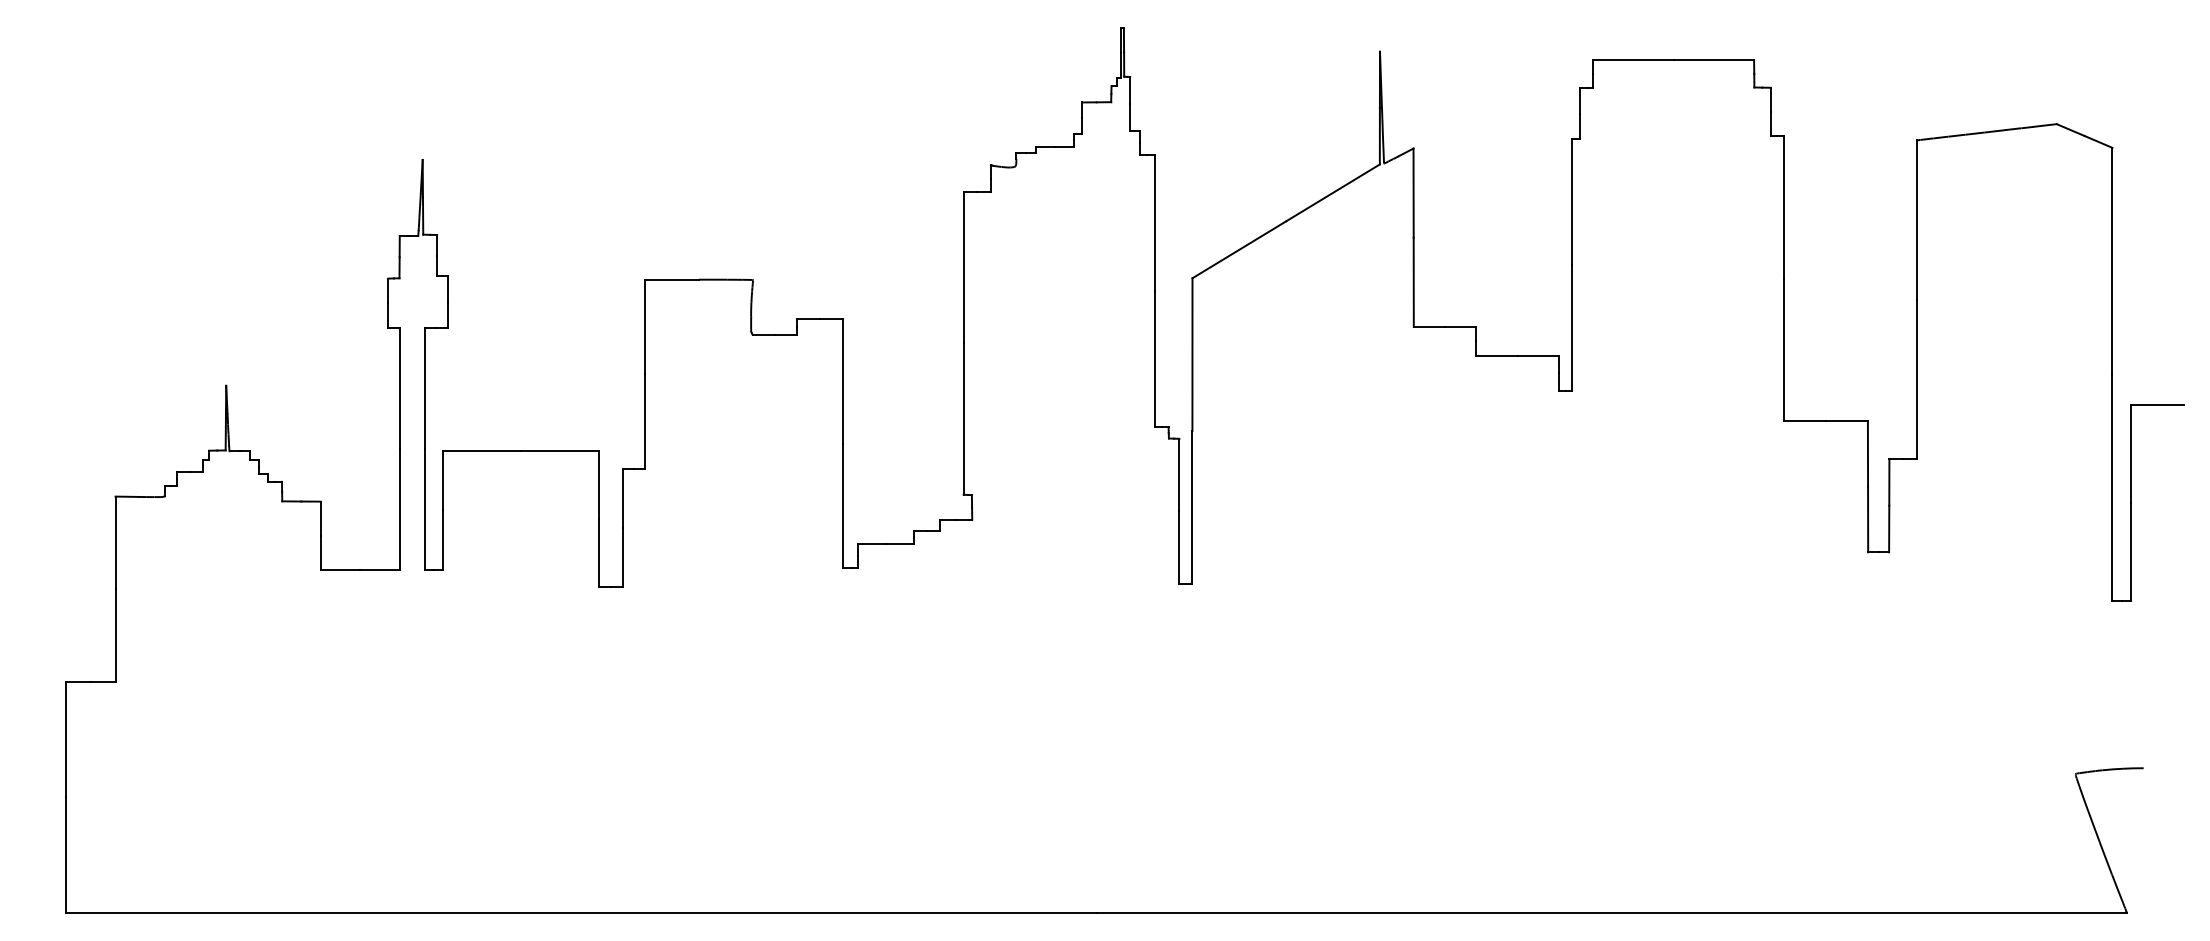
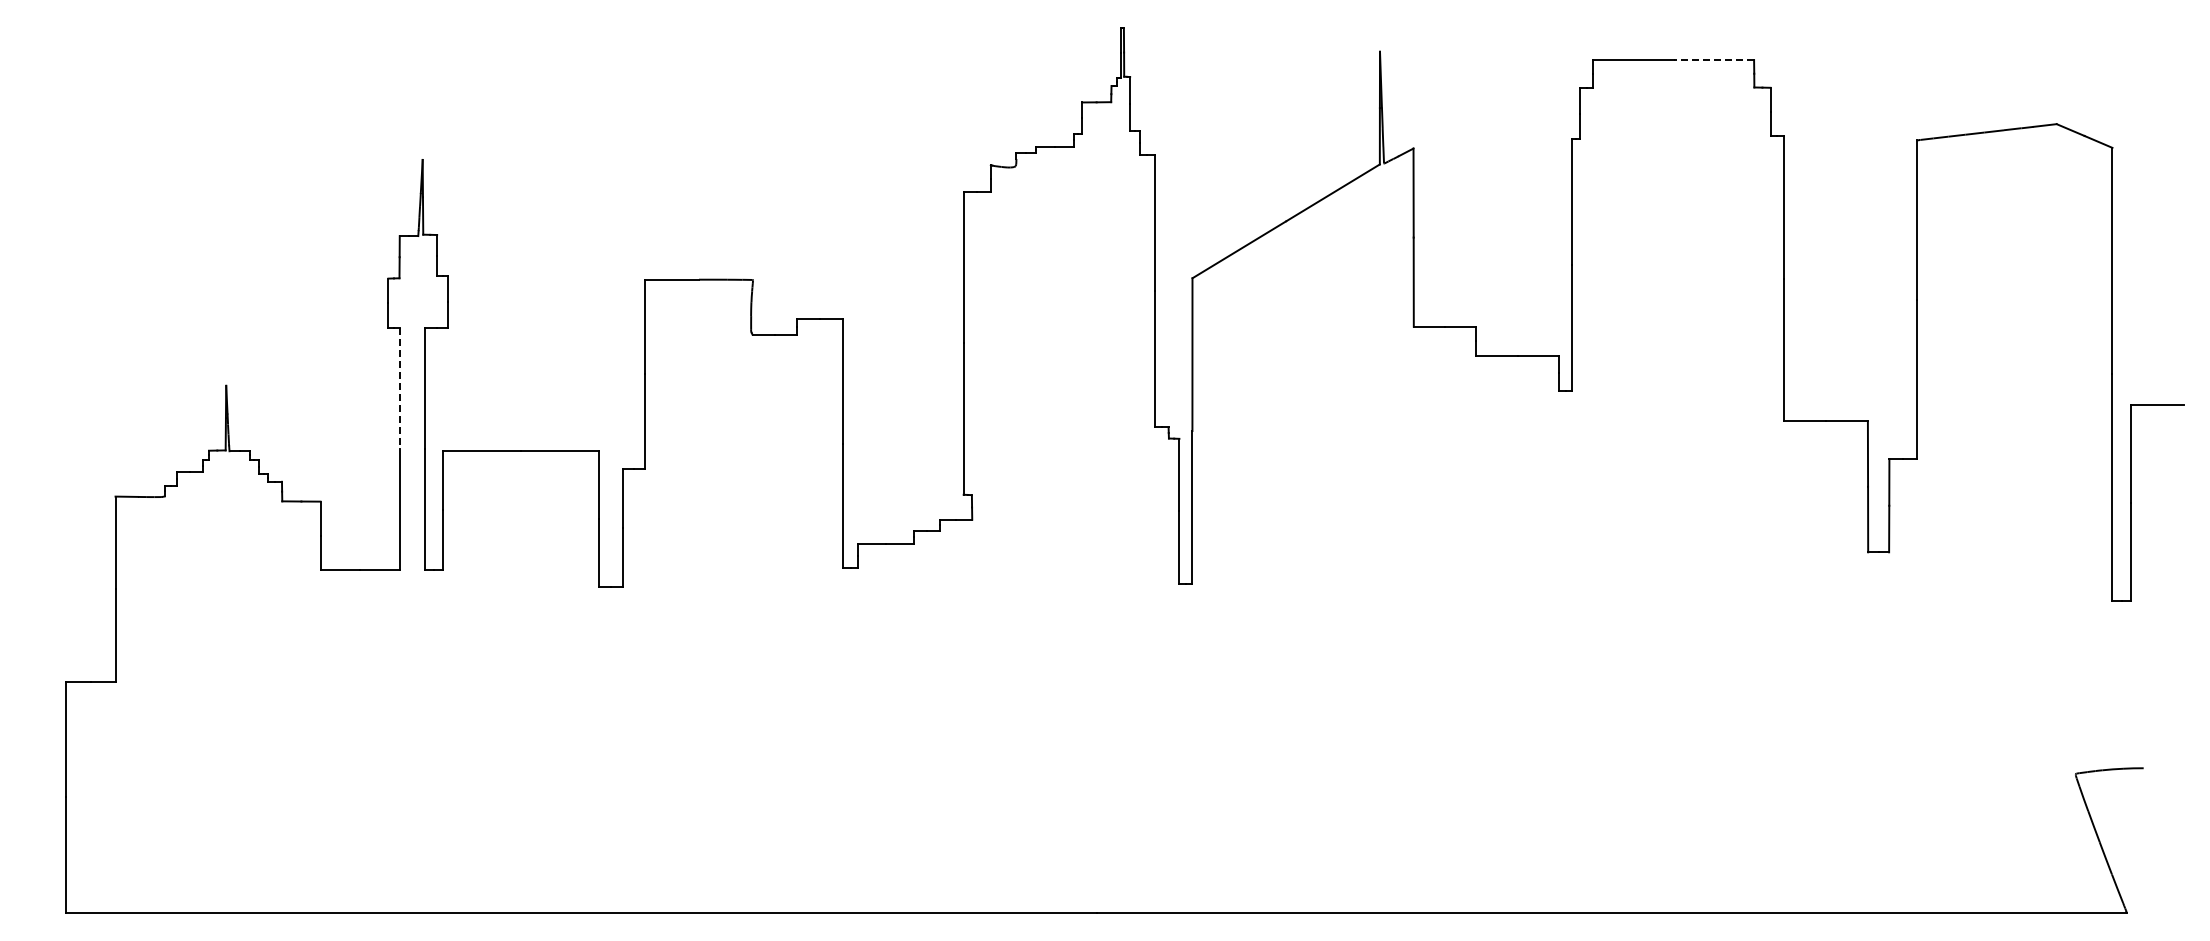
line at (1713, 60): solid -> dashed
line at (399, 388): solid -> dashed
